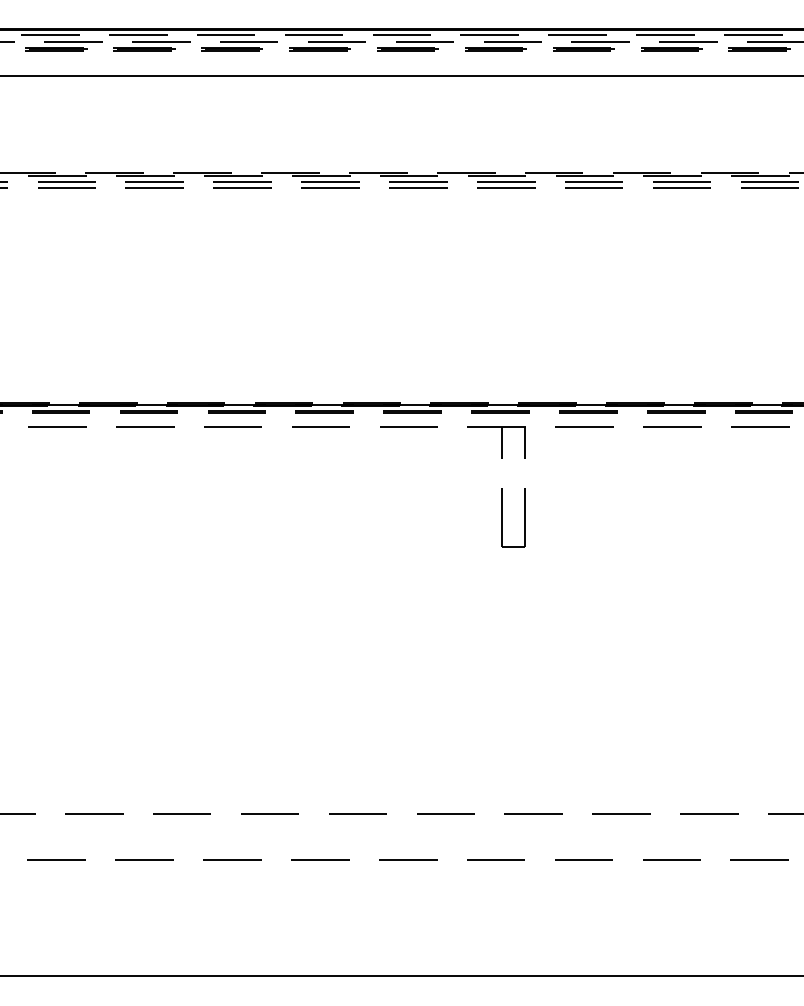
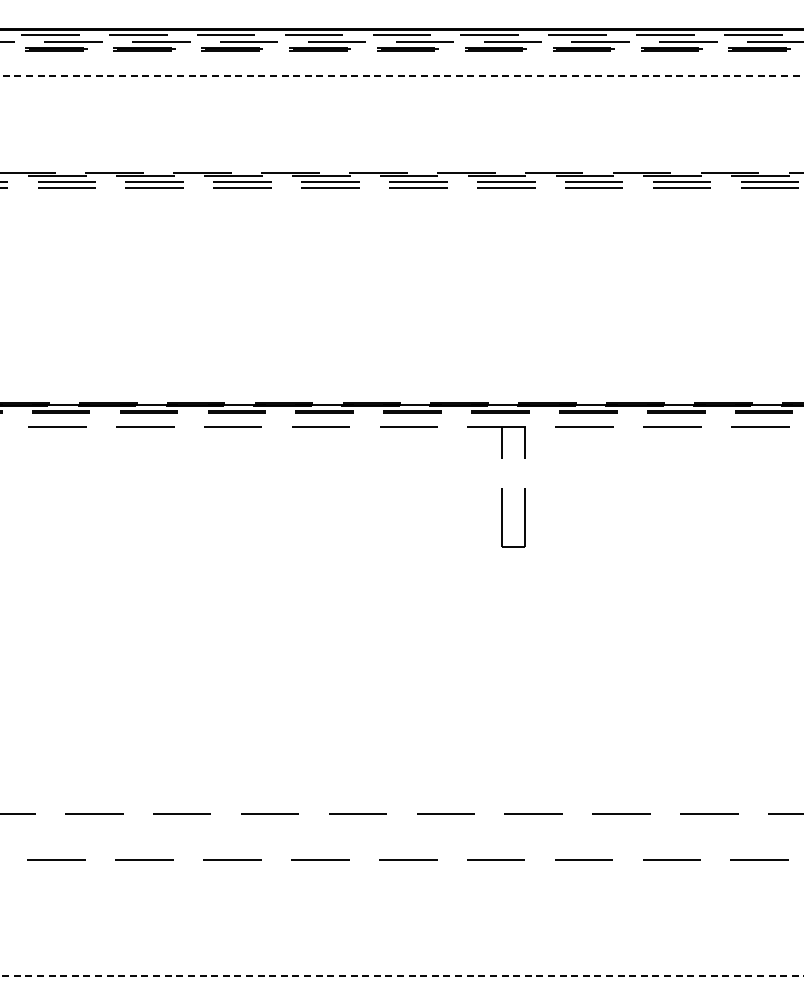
line at (401, 76): solid -> dashed
line at (401, 975): solid -> dashed
